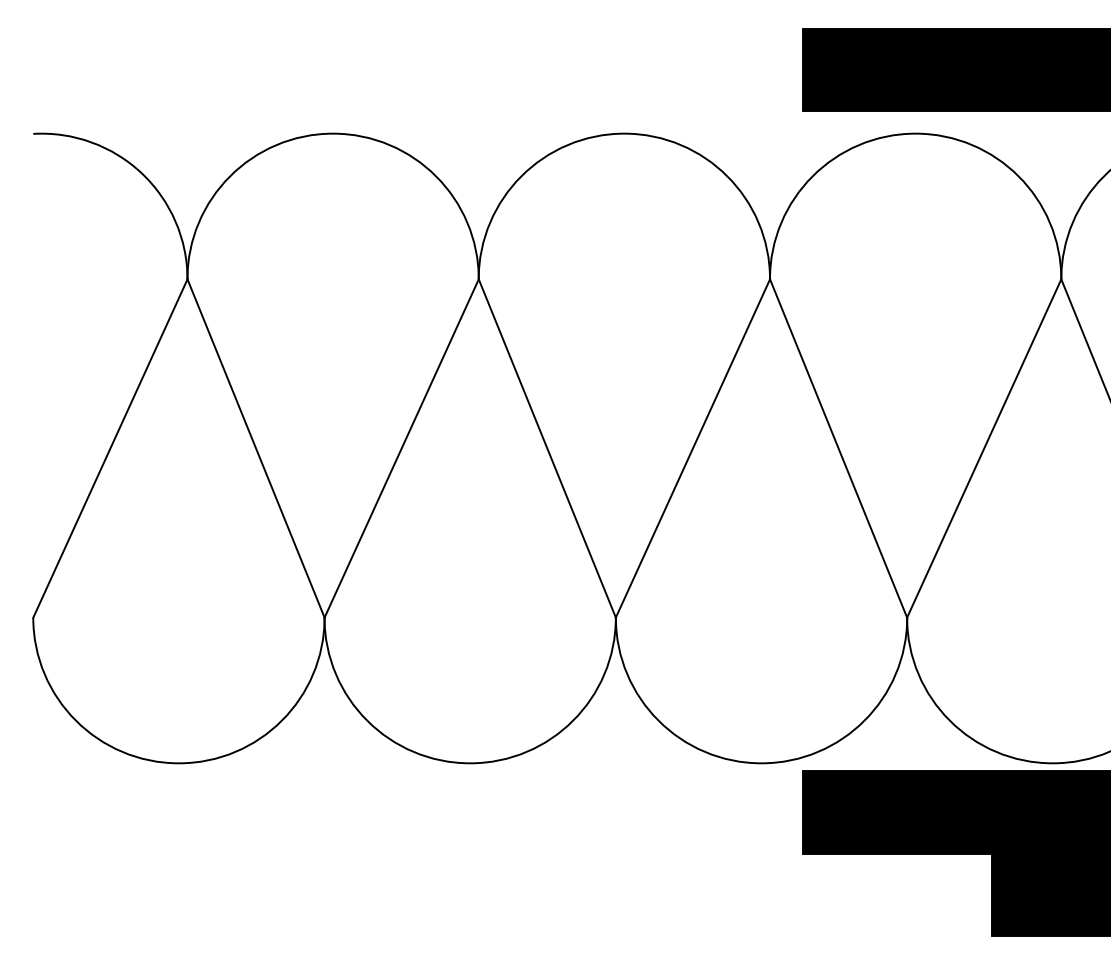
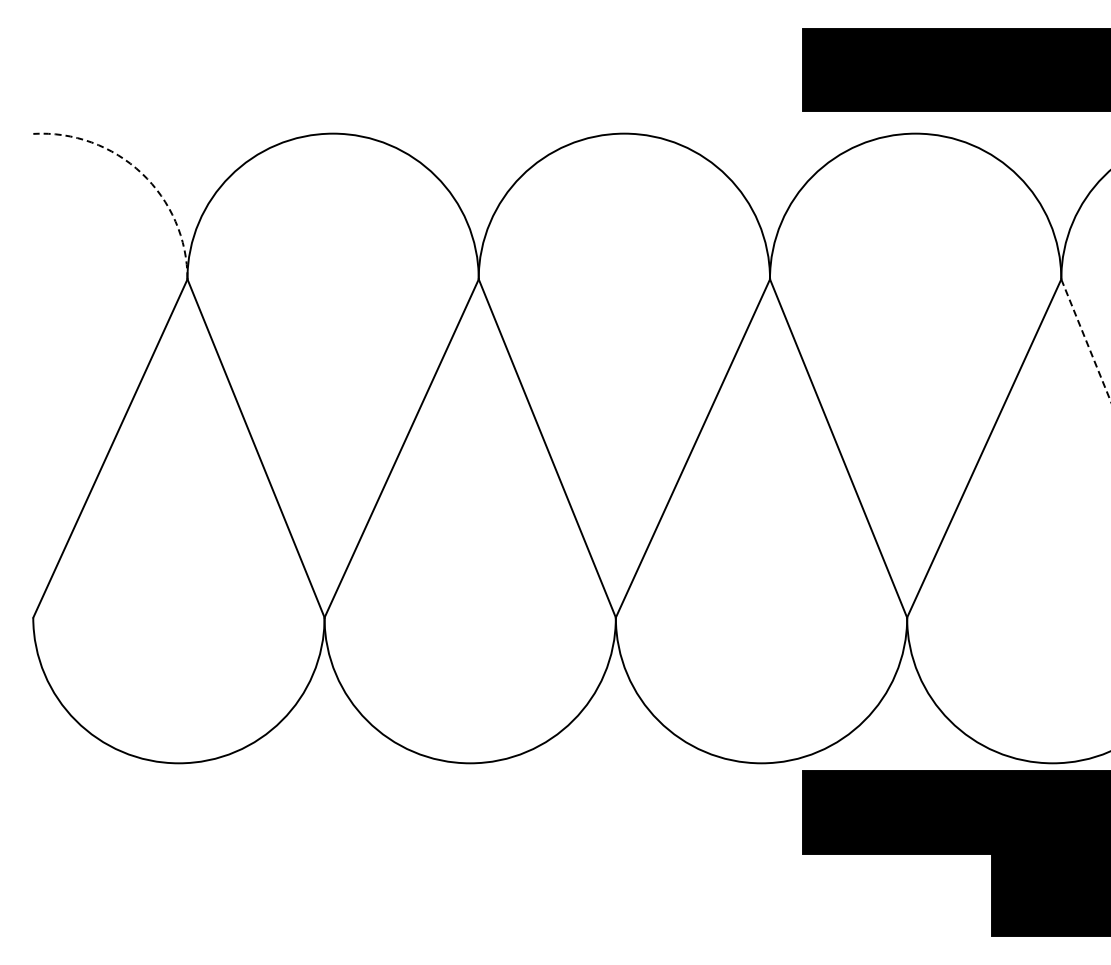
arc at (141, 173): solid -> dashed
line at (1086, 340): solid -> dashed
